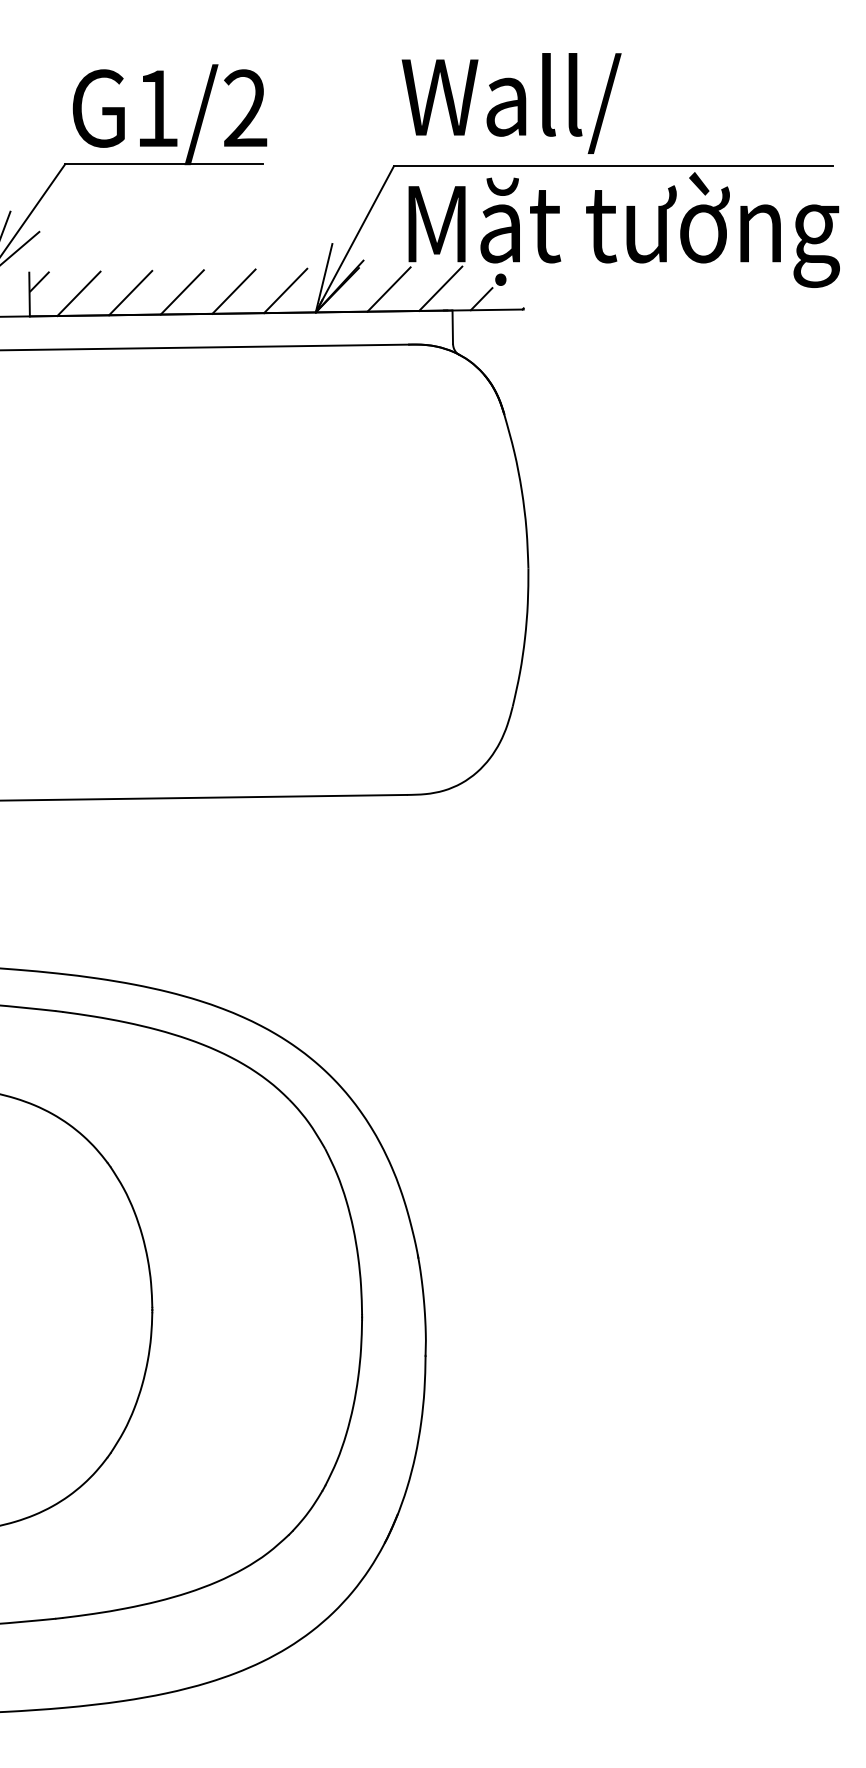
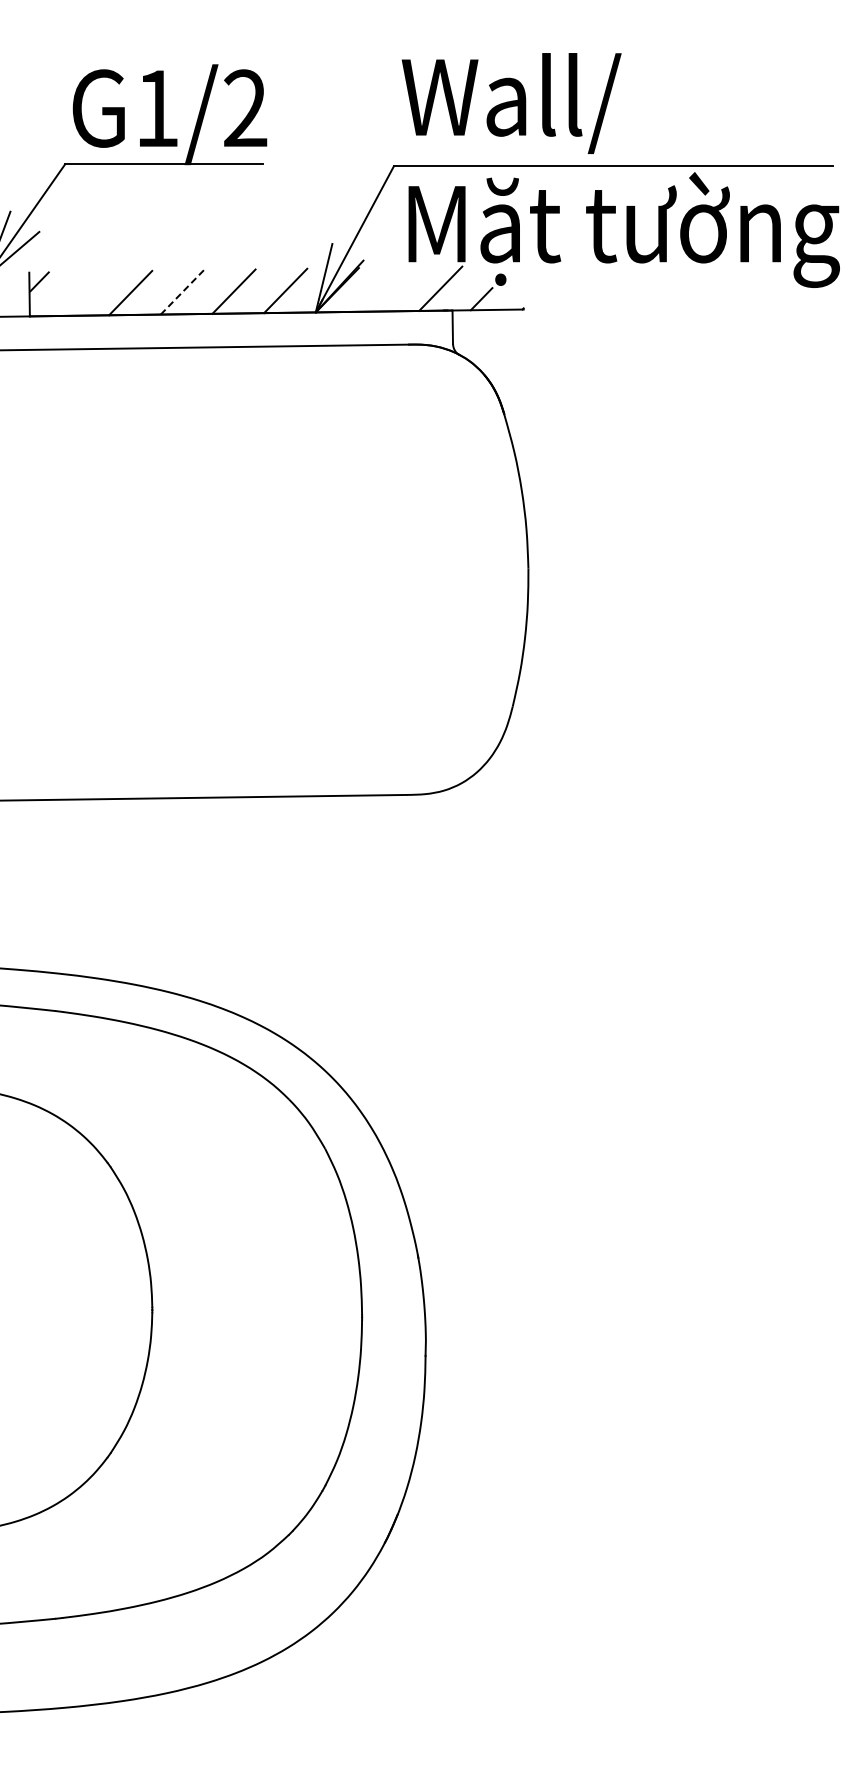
line at (388, 289): present -> none
line at (182, 292): solid -> dashed
line at (78, 293): present -> none
